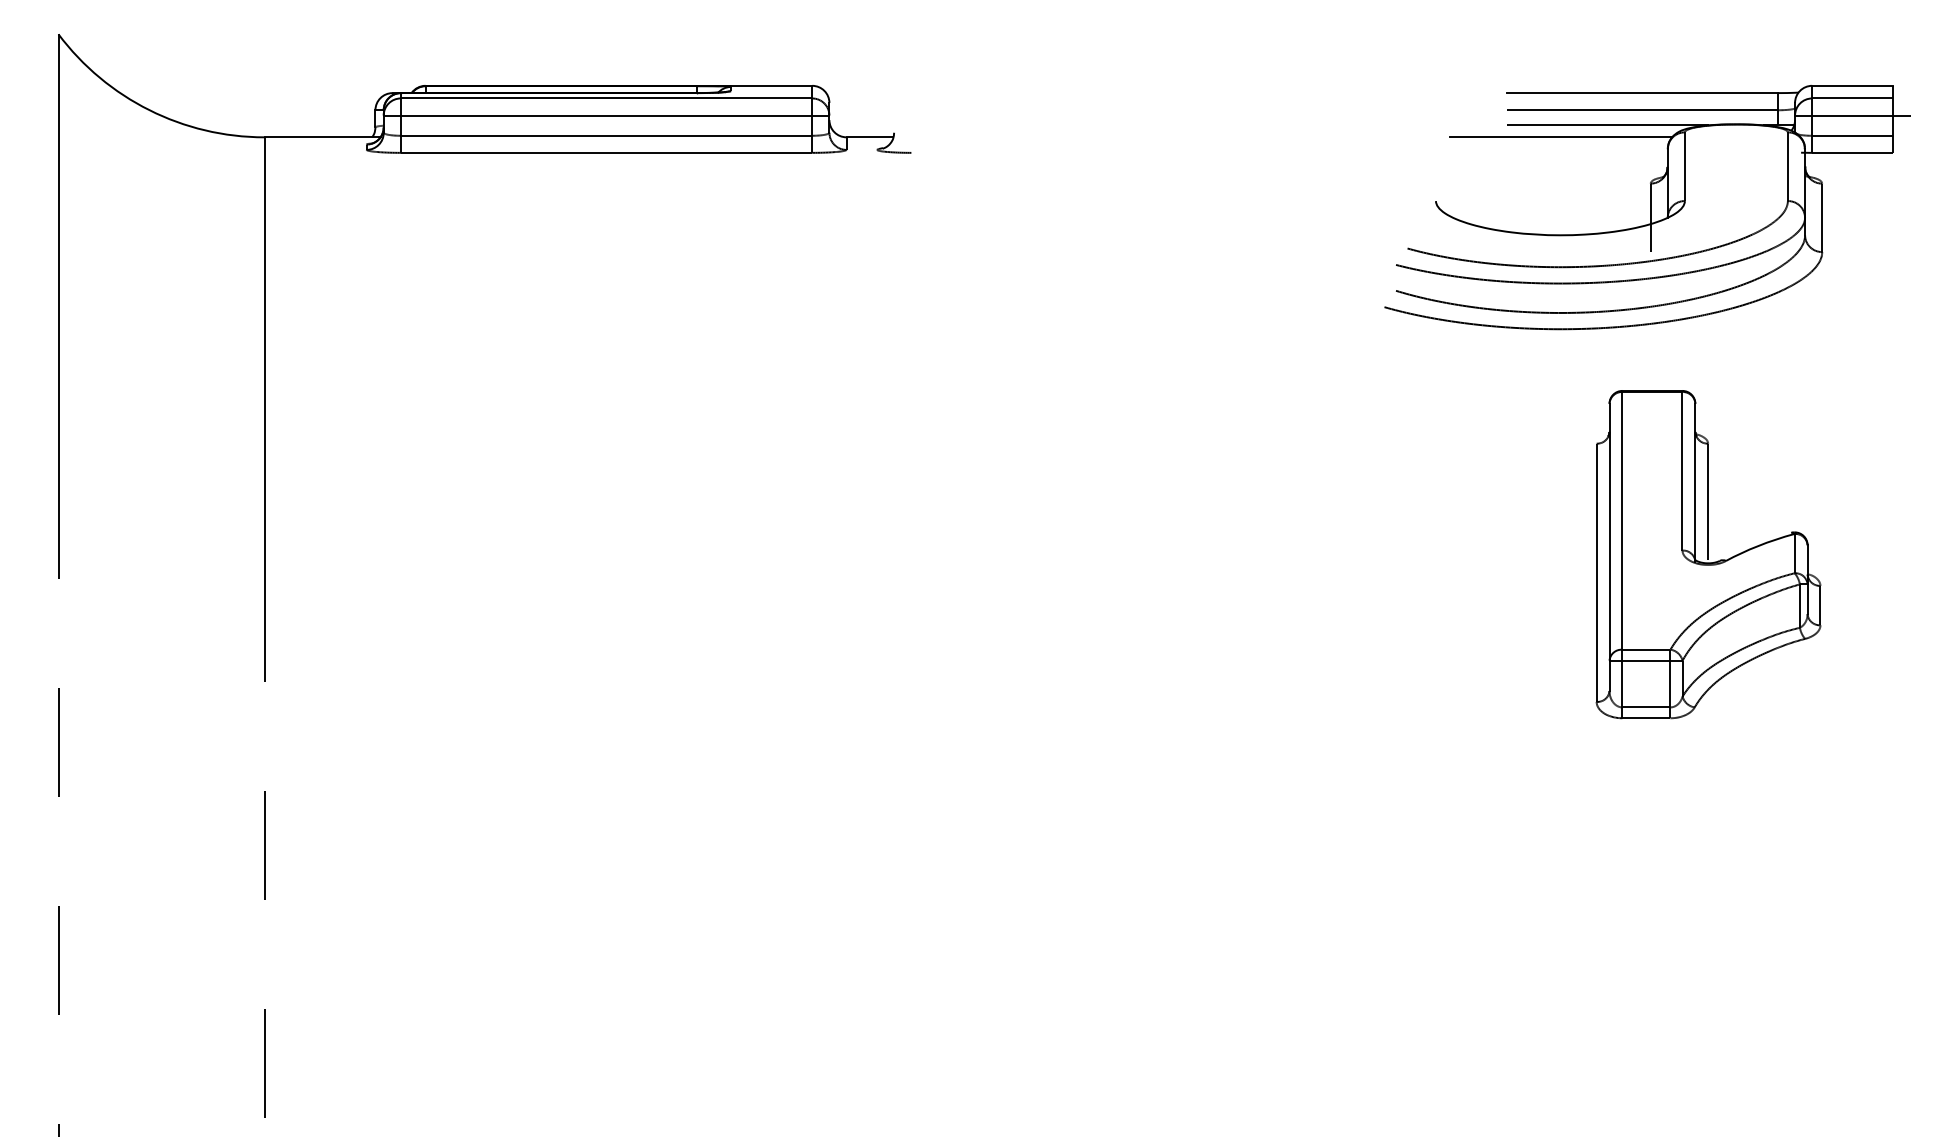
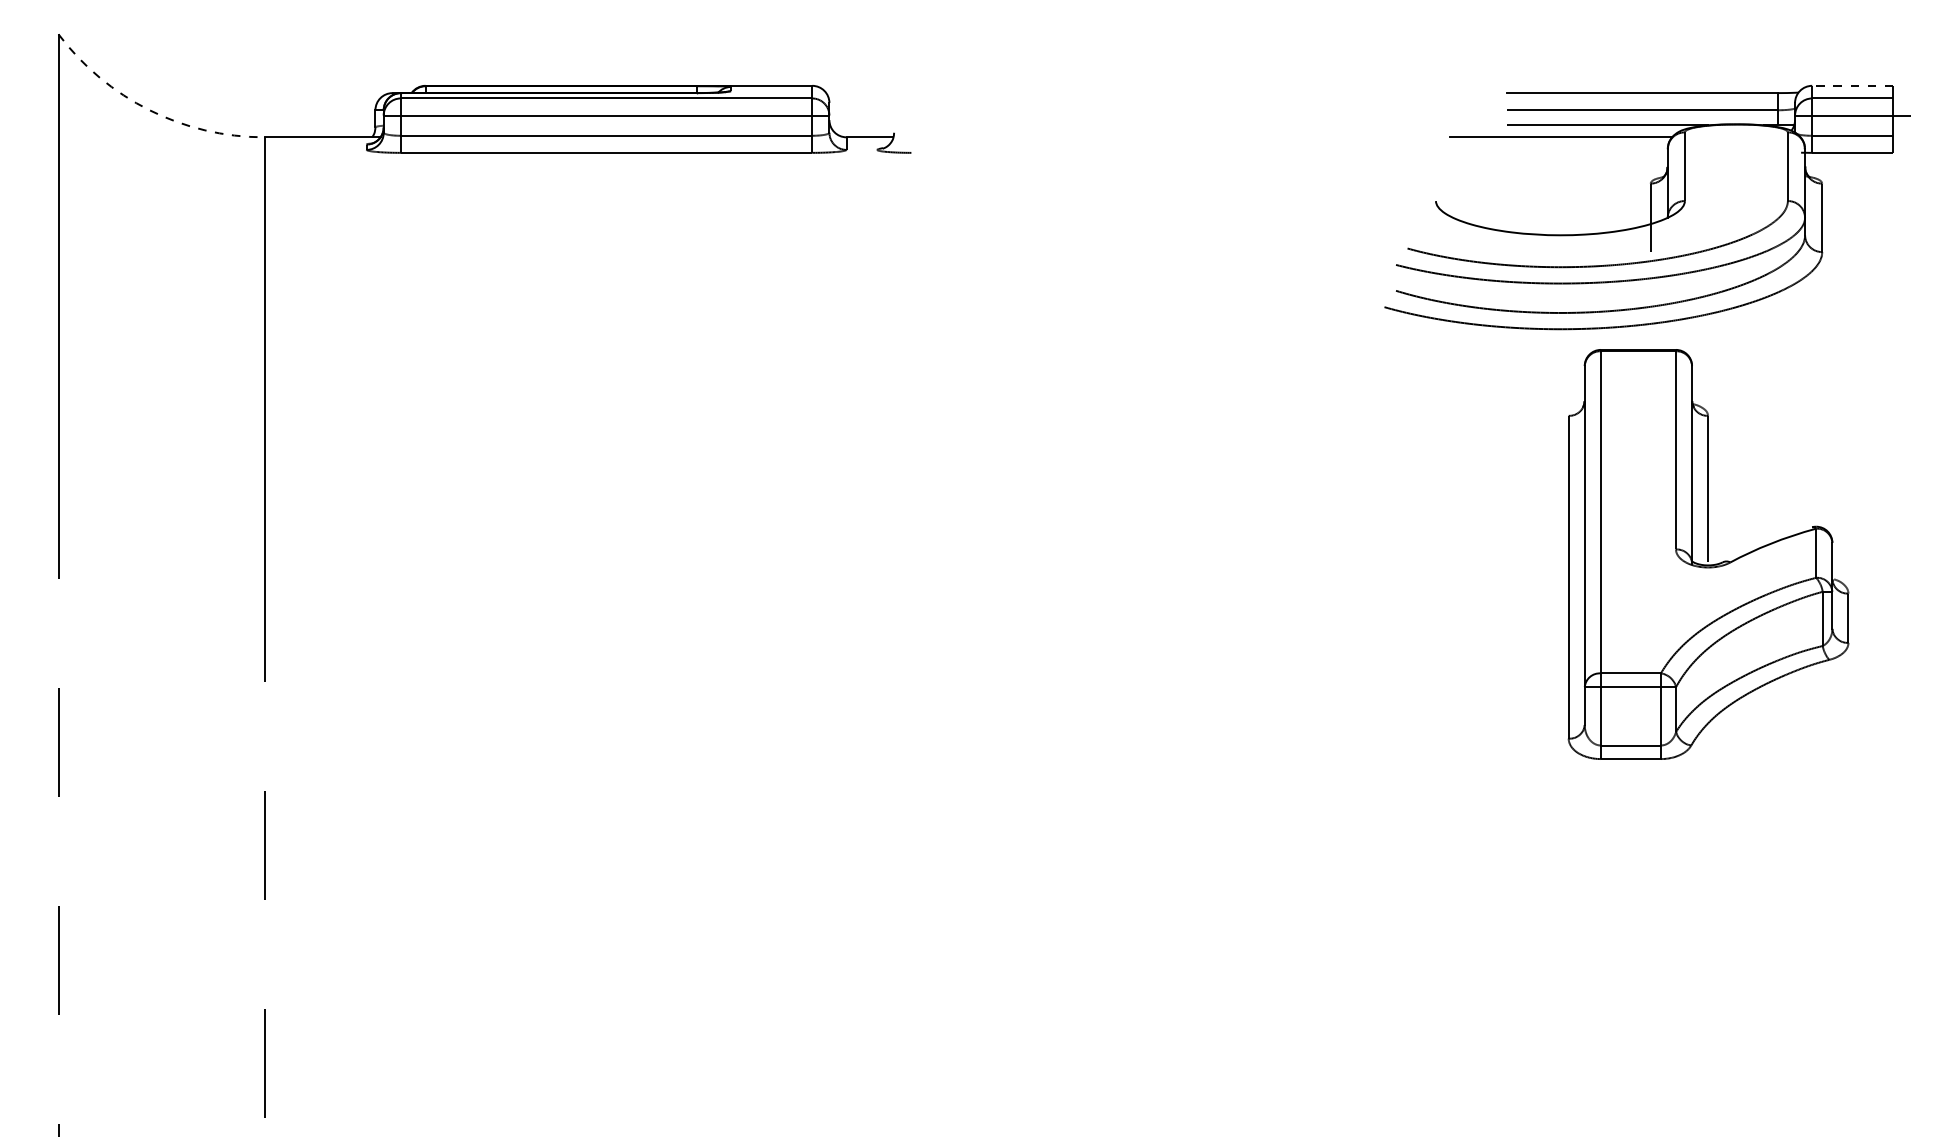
line at (1852, 85): solid -> dashed
arc at (149, 110): solid -> dashed
part at (1708, 554) size: 227x330 px -> 283x411 px
